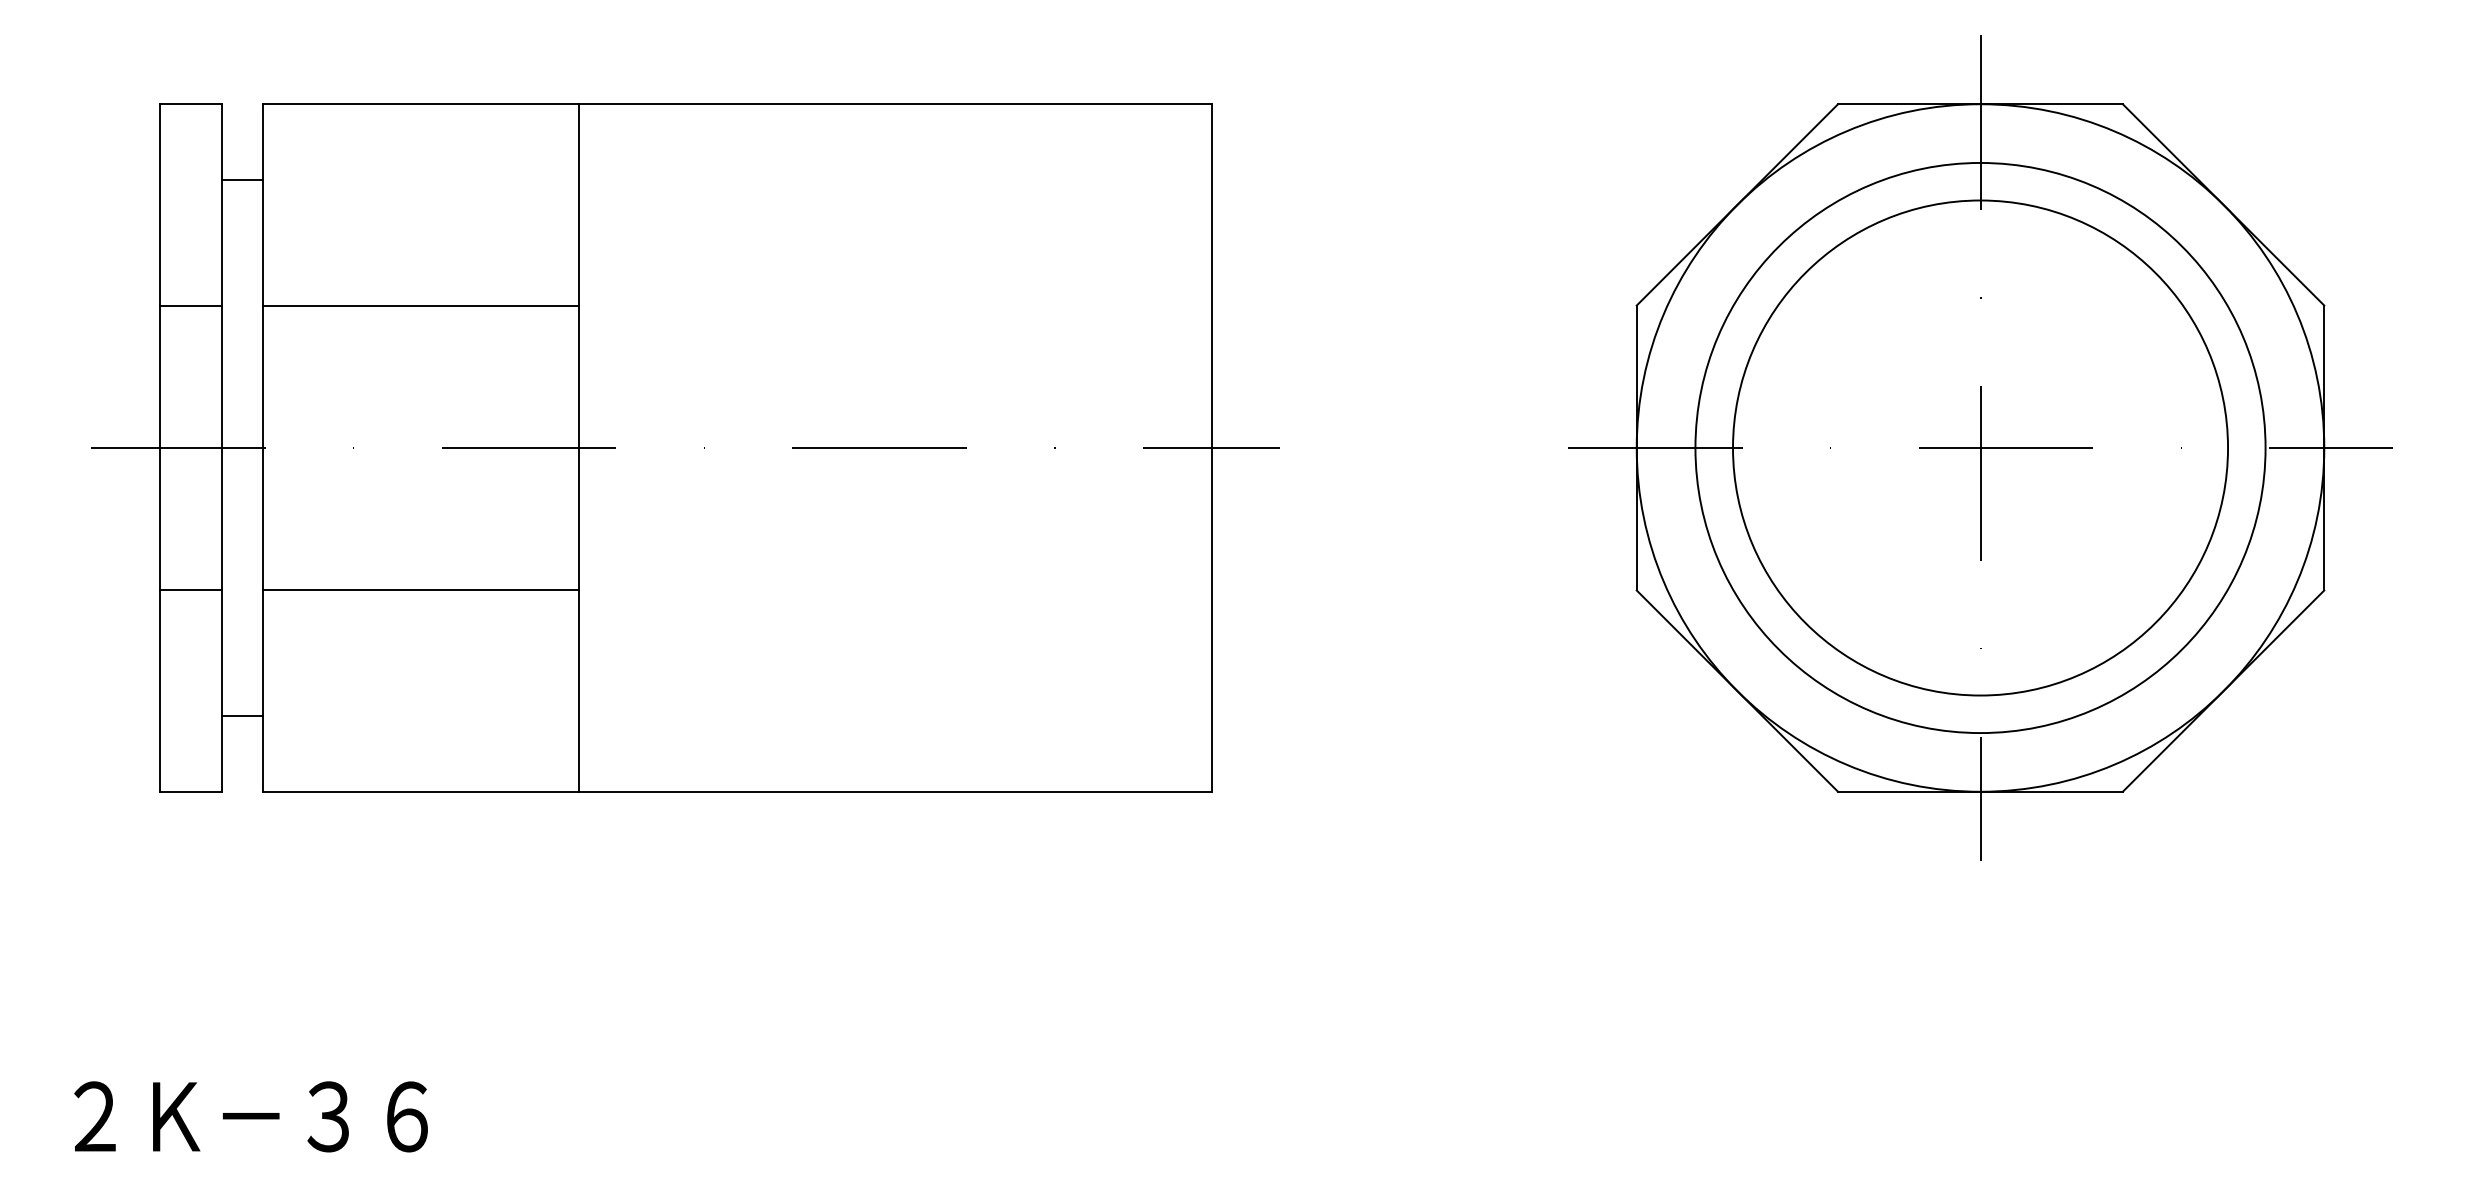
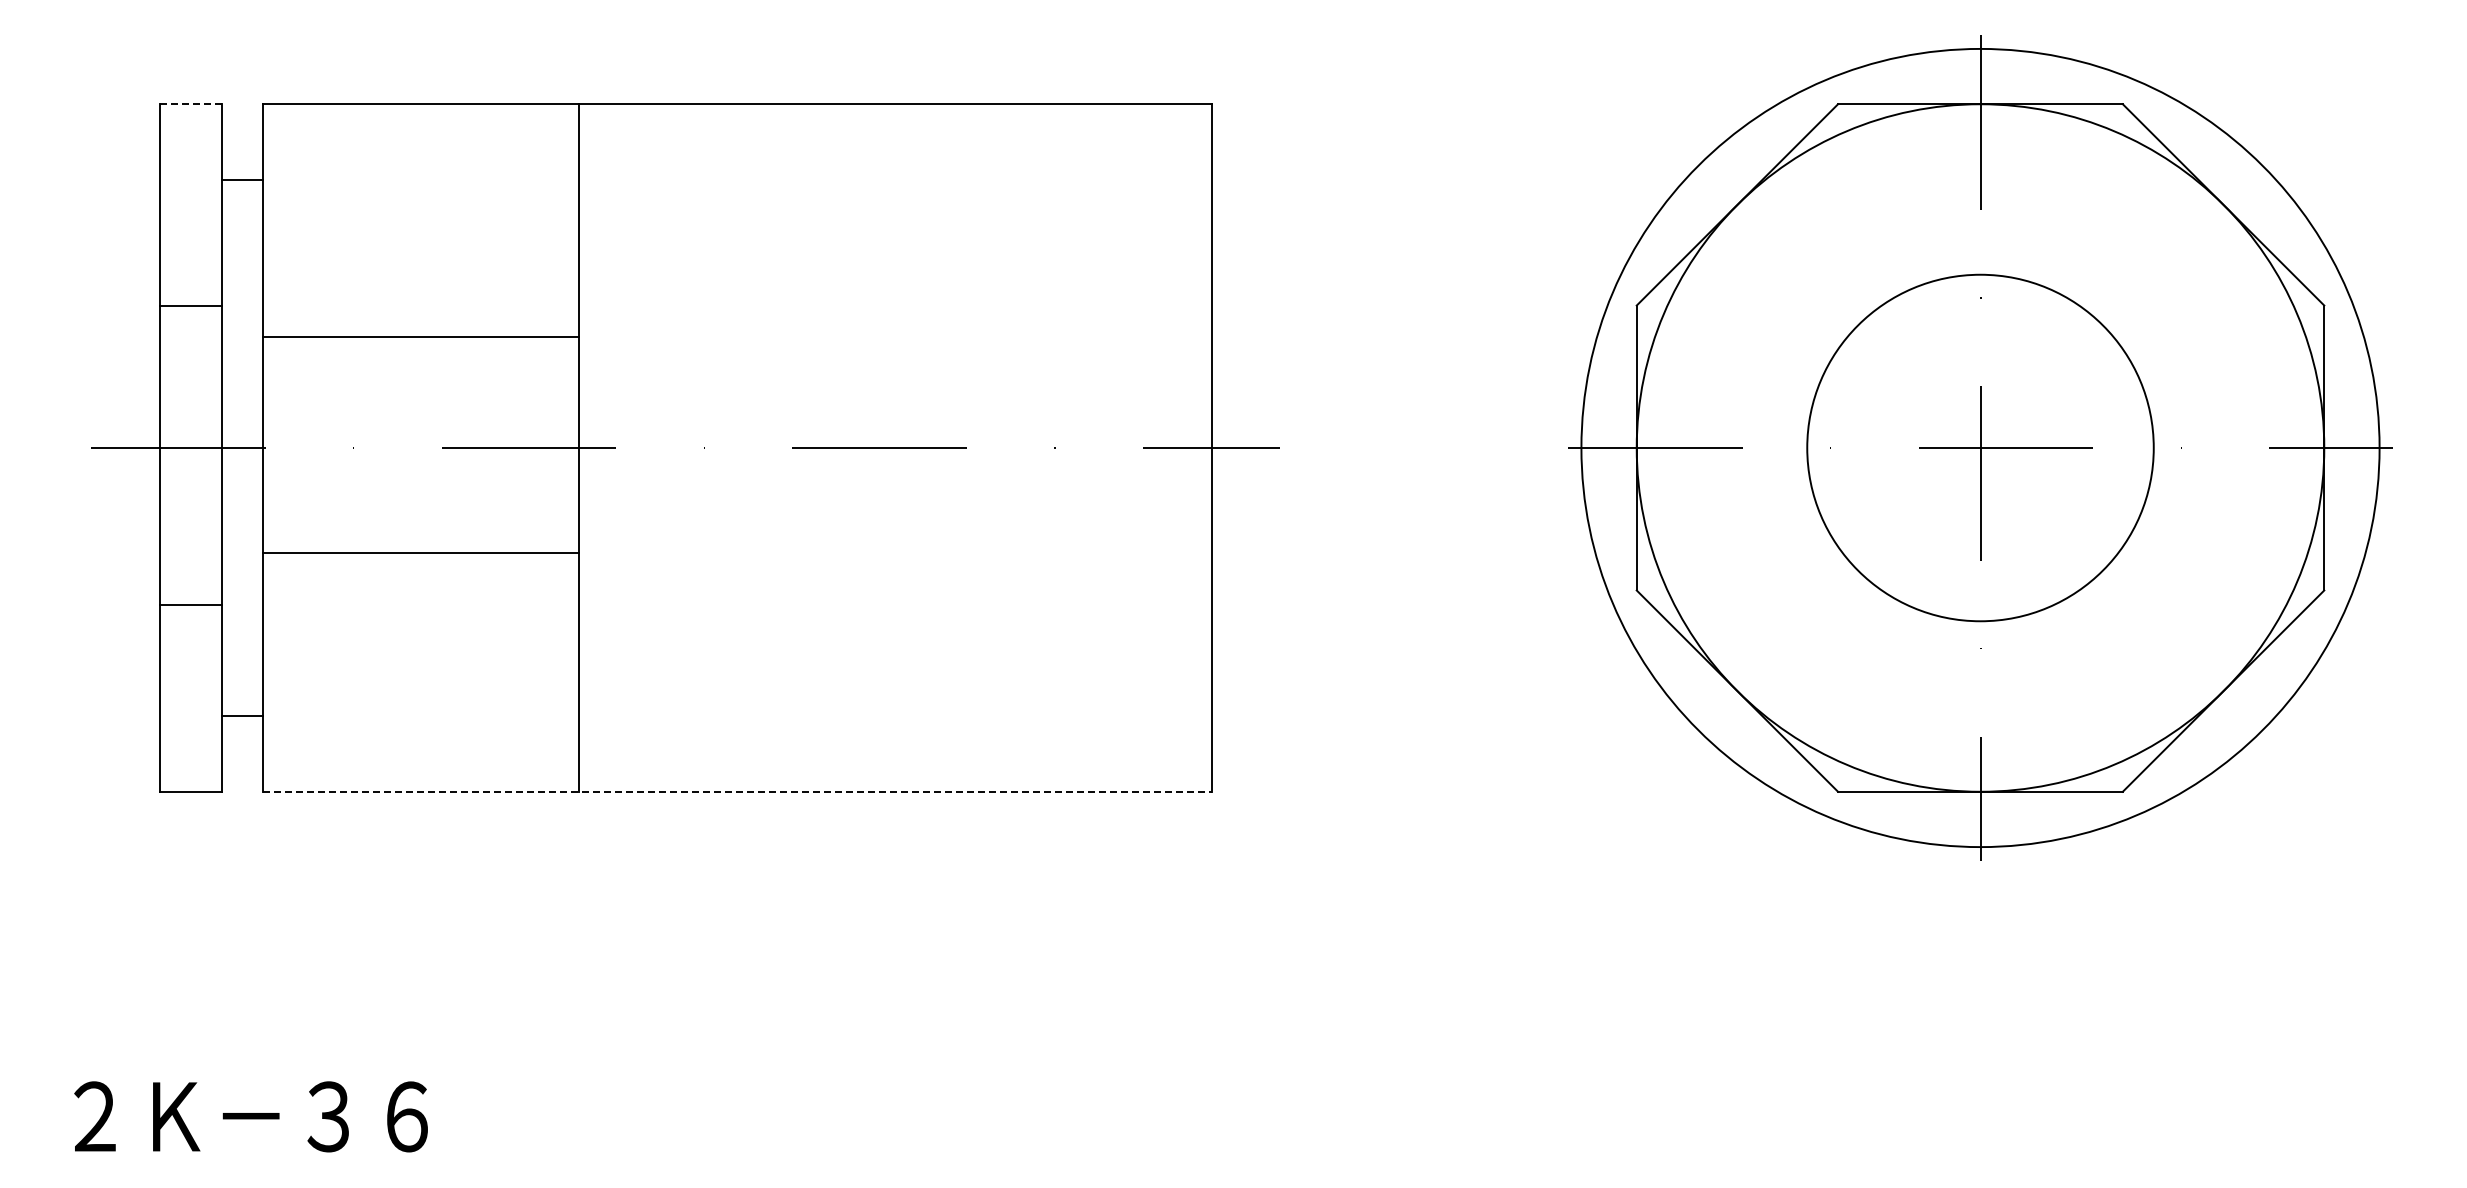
line at (190, 104): solid -> dashed
line at (420, 305) position: (420, 305) -> (420, 336)
circle at (1980, 447) diameter: 495 px -> 347 px
circle at (1980, 447) diameter: 570 px -> 798 px
line at (190, 590) position: (190, 590) -> (190, 605)
line at (420, 590) position: (420, 590) -> (420, 553)
line at (737, 791): solid -> dashed
